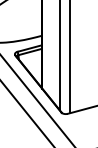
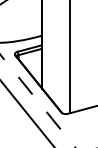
line at (59, 56): present -> none
line at (38, 101): solid -> dashed
